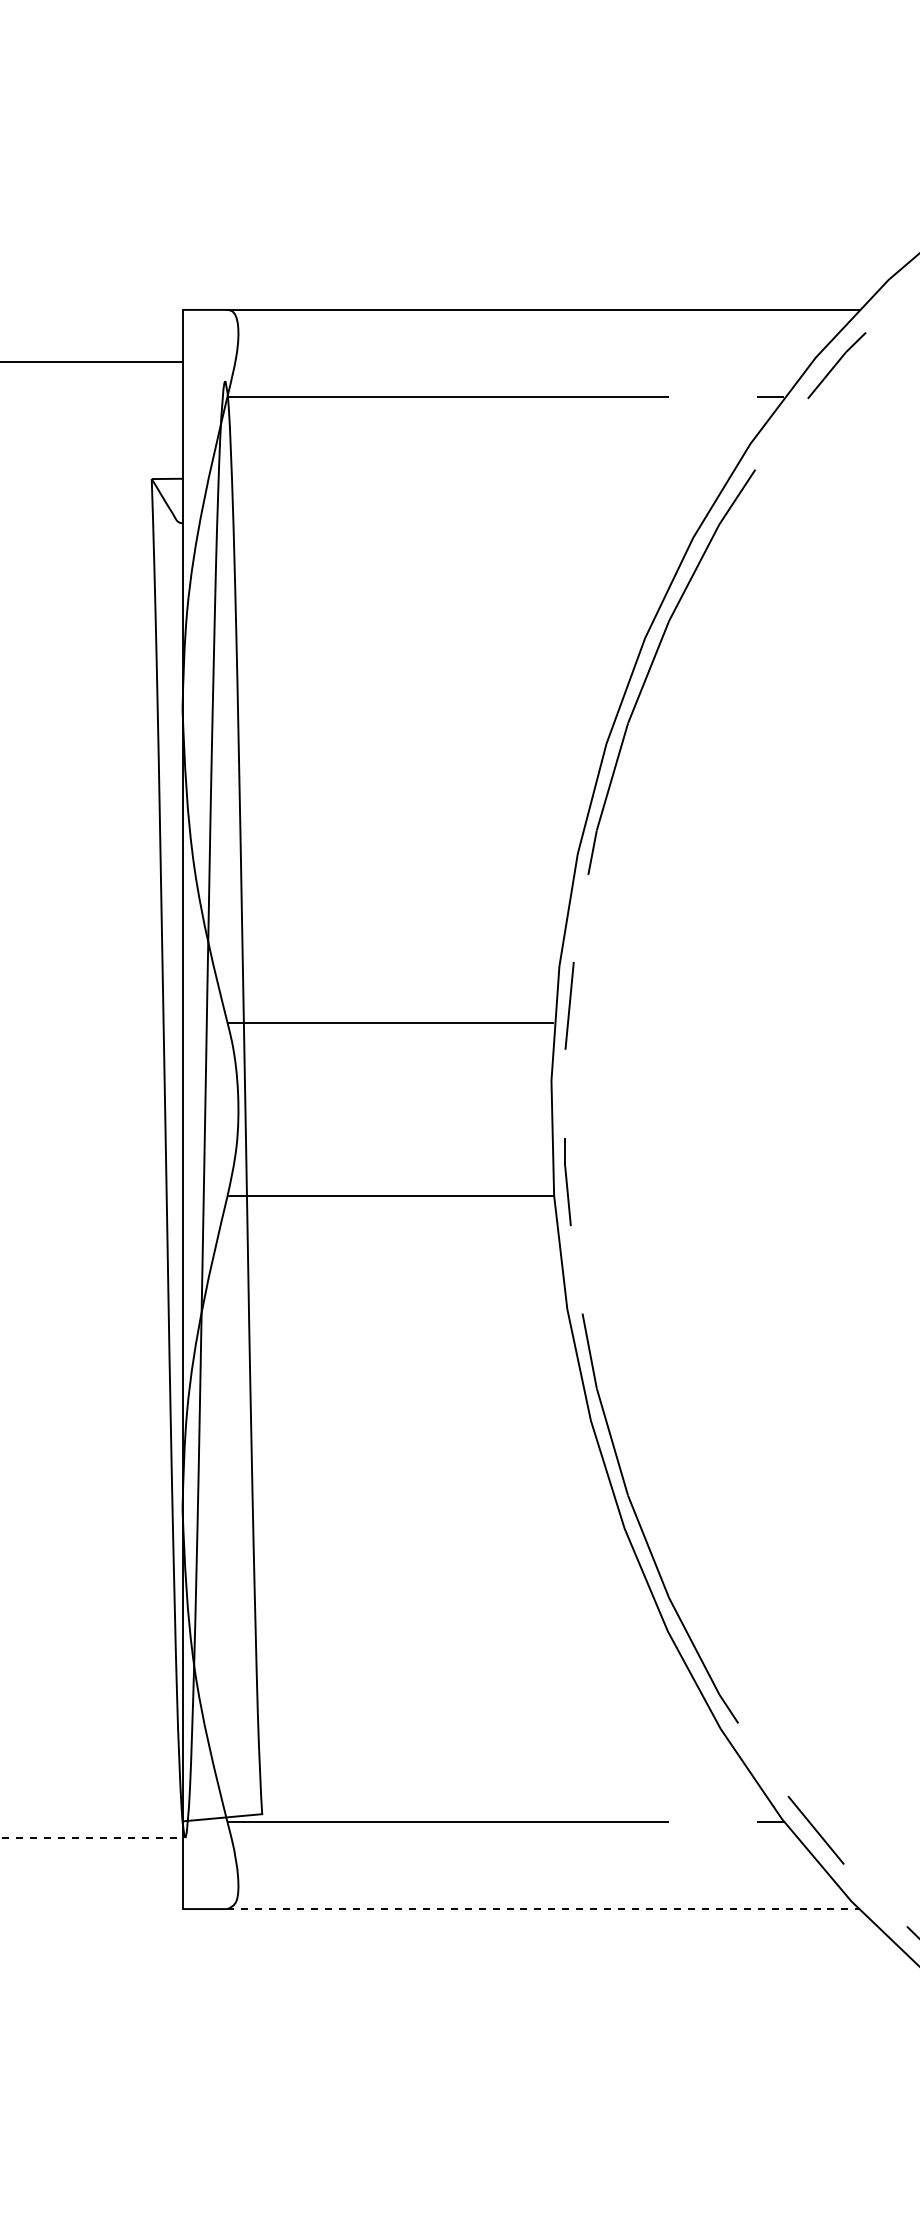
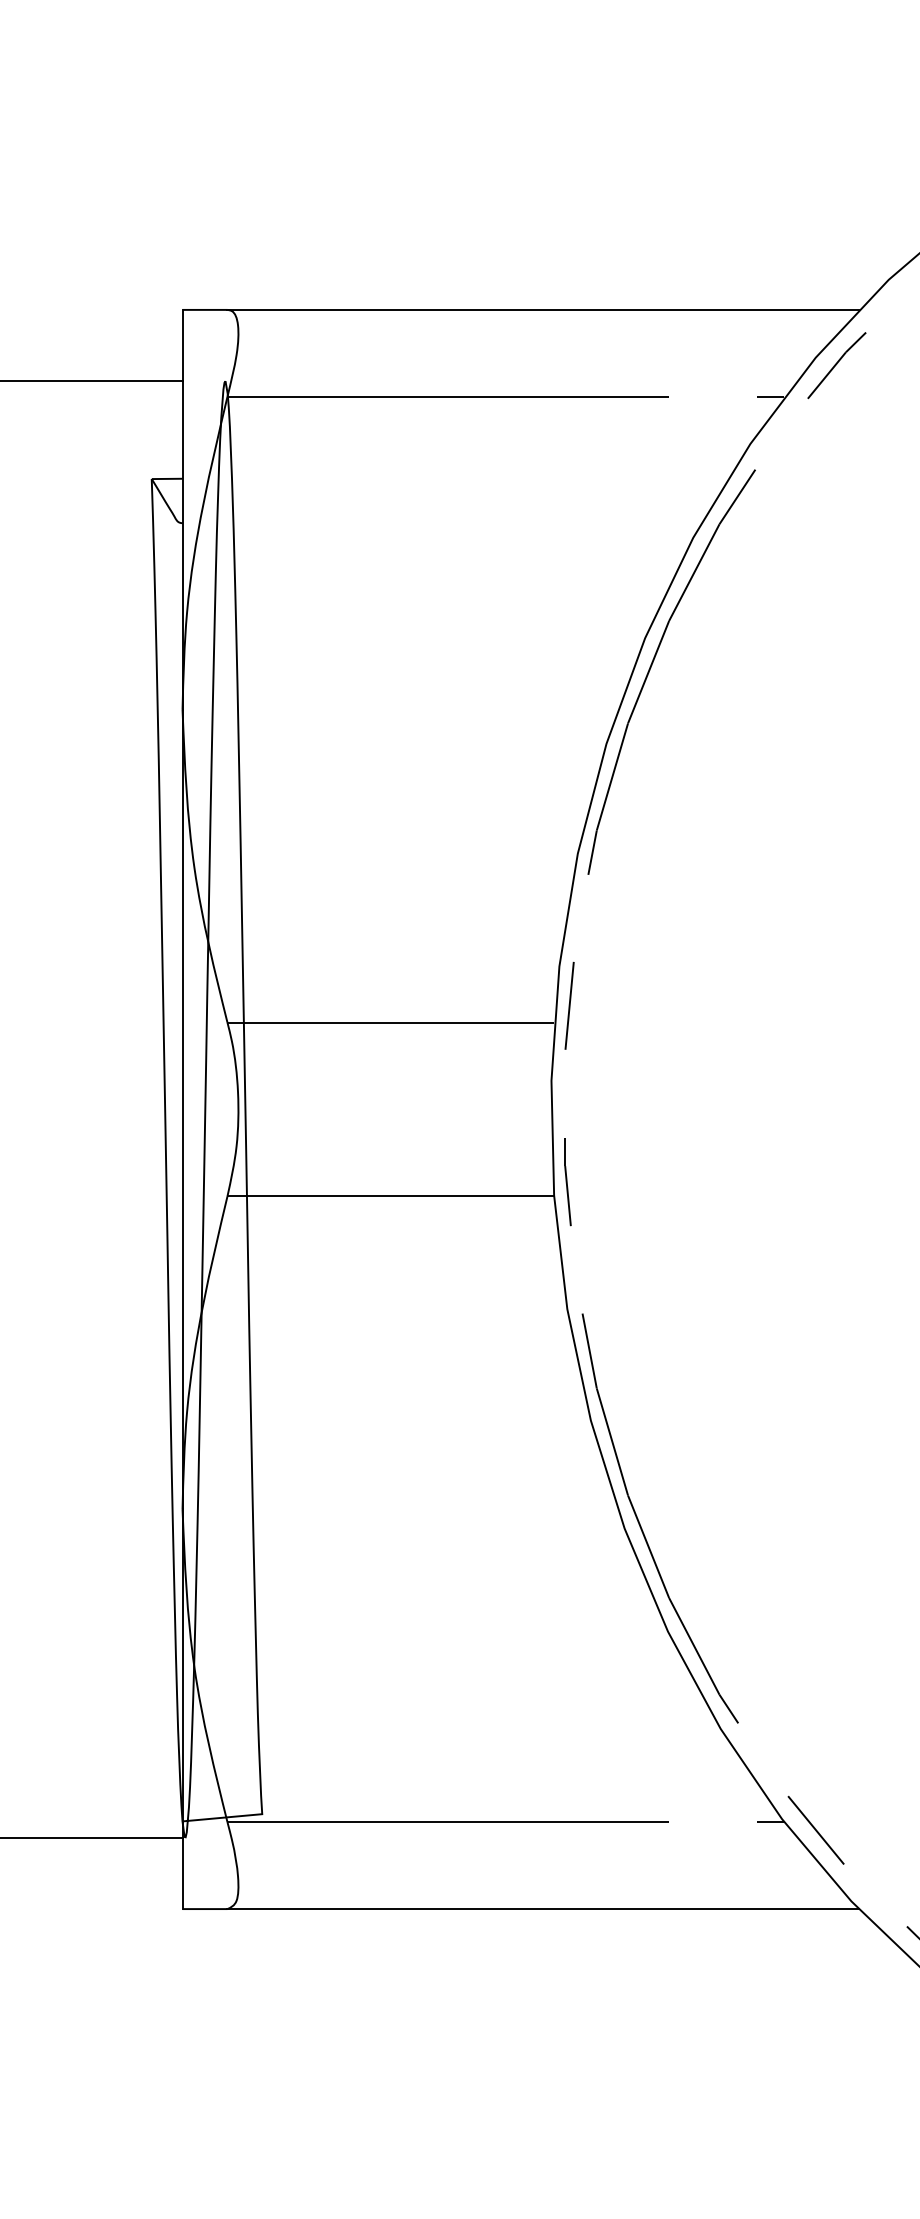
line at (92, 362) position: (92, 362) -> (92, 381)
line at (91, 1837): dashed -> solid
line at (543, 1909): dashed -> solid
